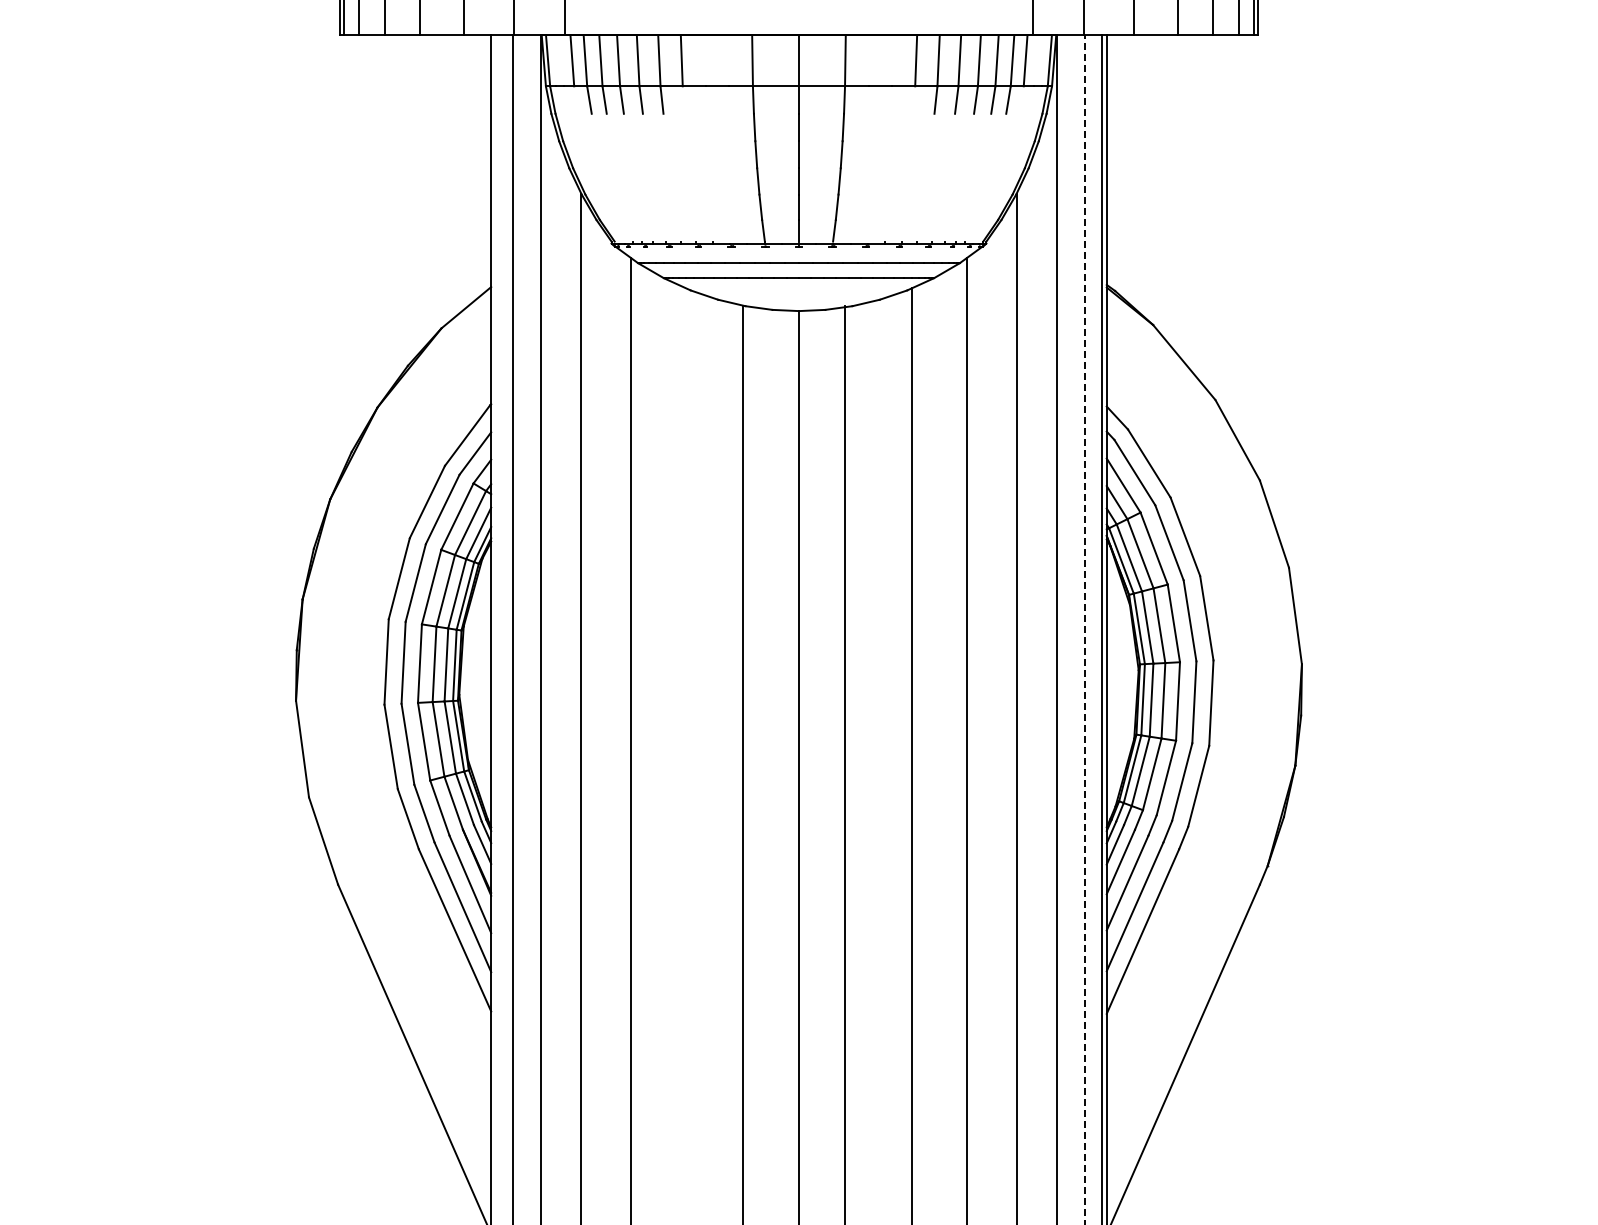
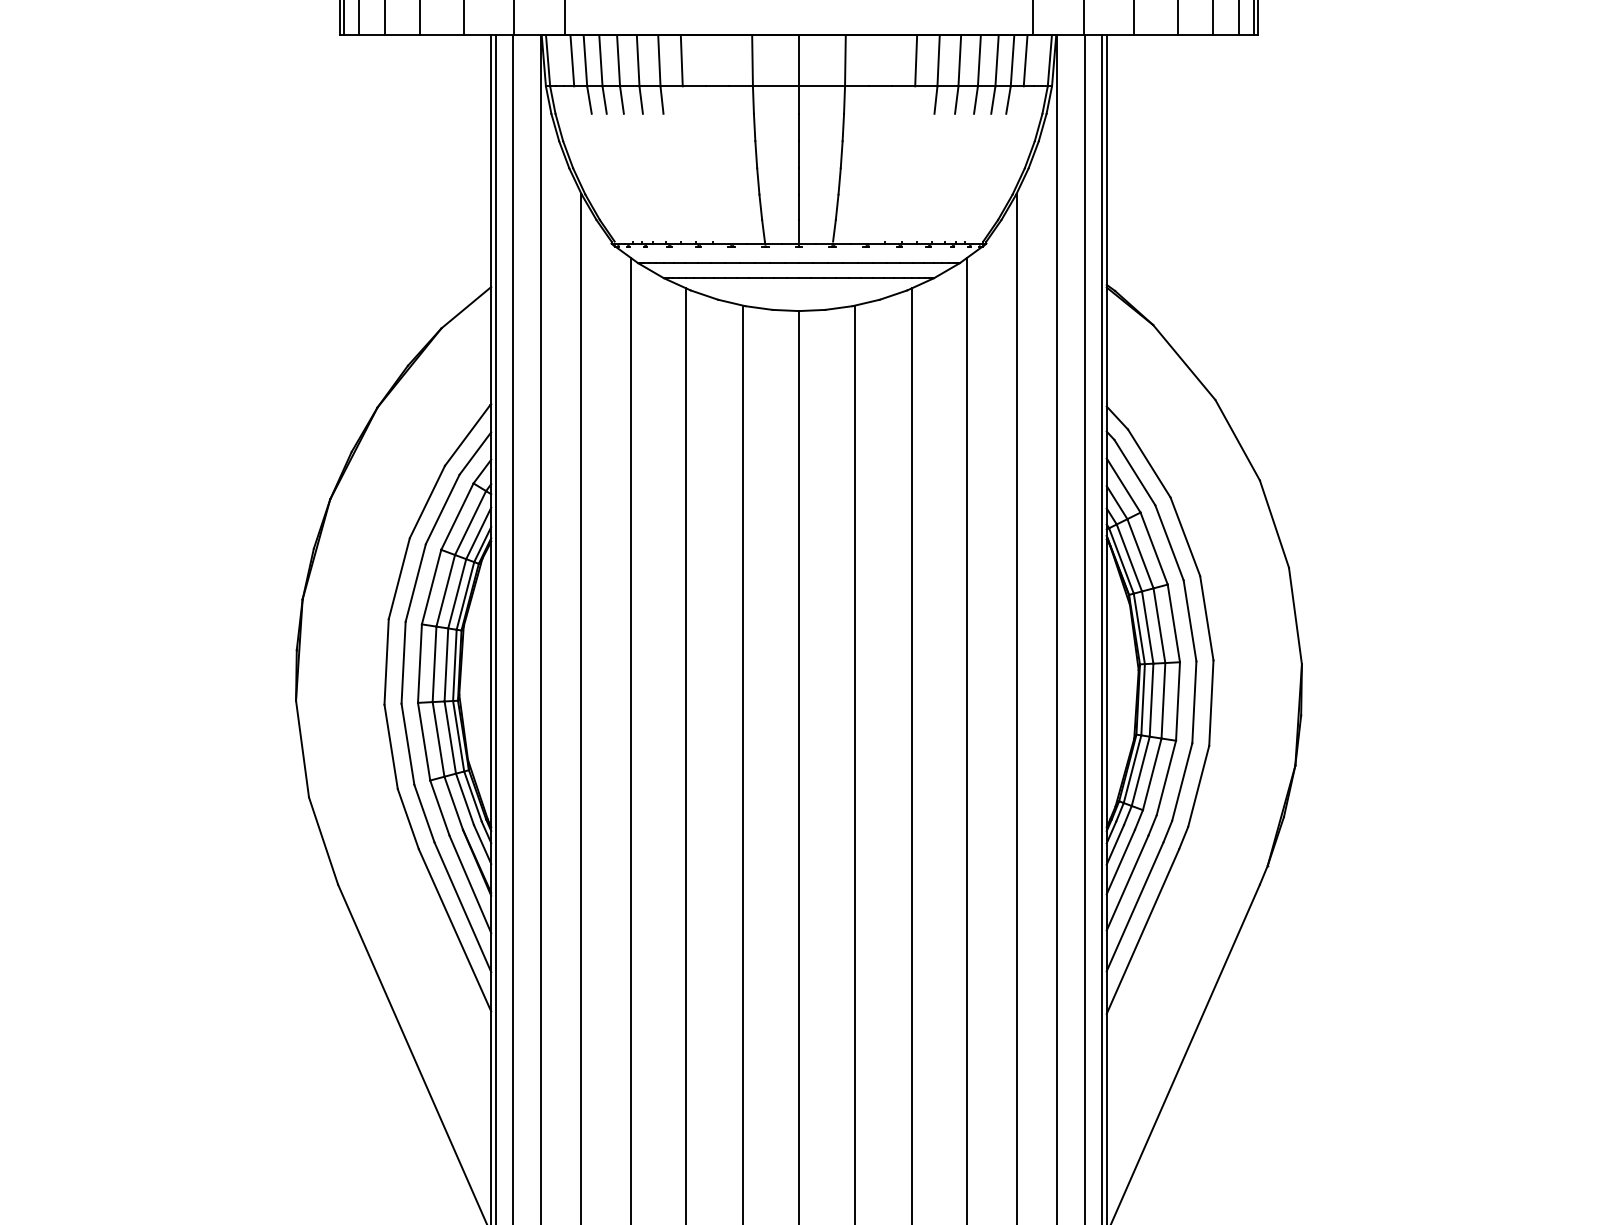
line at (496, 628): none -> present
line at (1085, 629): dashed -> solid
line at (685, 754): none -> present
line at (845, 763) position: (845, 763) -> (855, 763)
